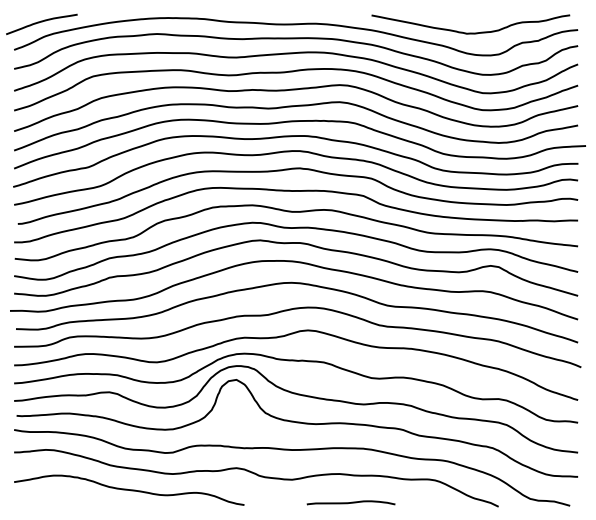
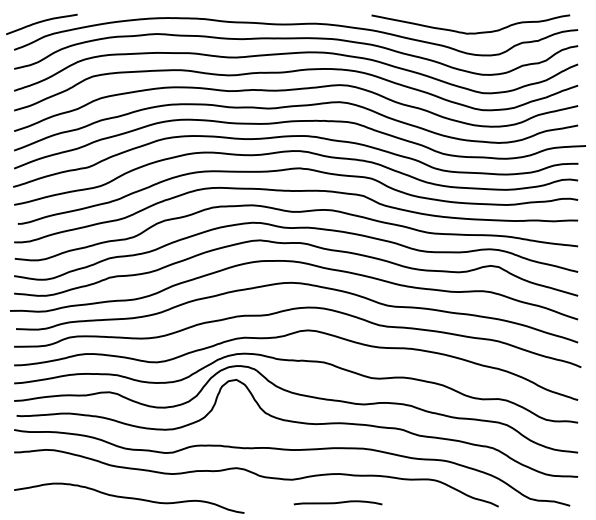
curve at (129, 489) position: (129, 489) -> (129, 497)
curve at (350, 502) position: (350, 502) -> (337, 502)
